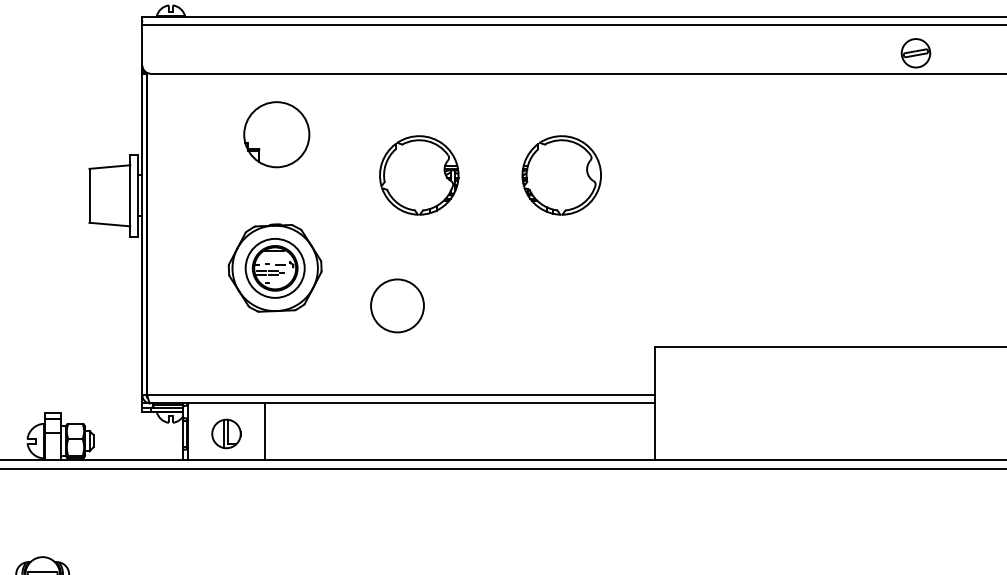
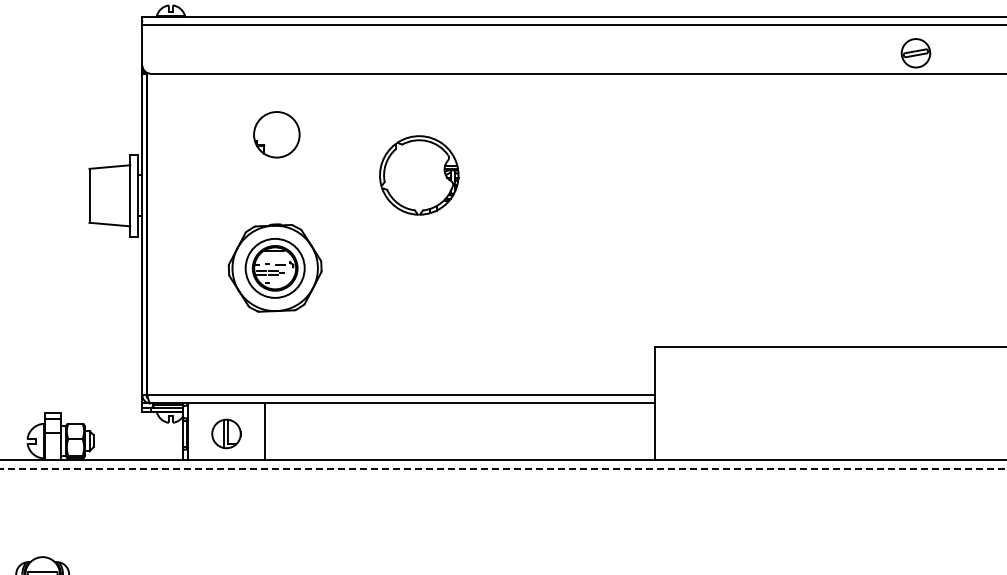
part at (276, 134) size: 68x68 px -> 48x48 px
part at (561, 175): present -> none
circle at (397, 305): present -> none
line at (503, 468): solid -> dashed
